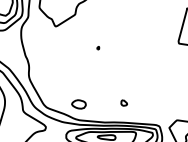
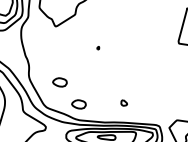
part at (59, 82): none -> present
